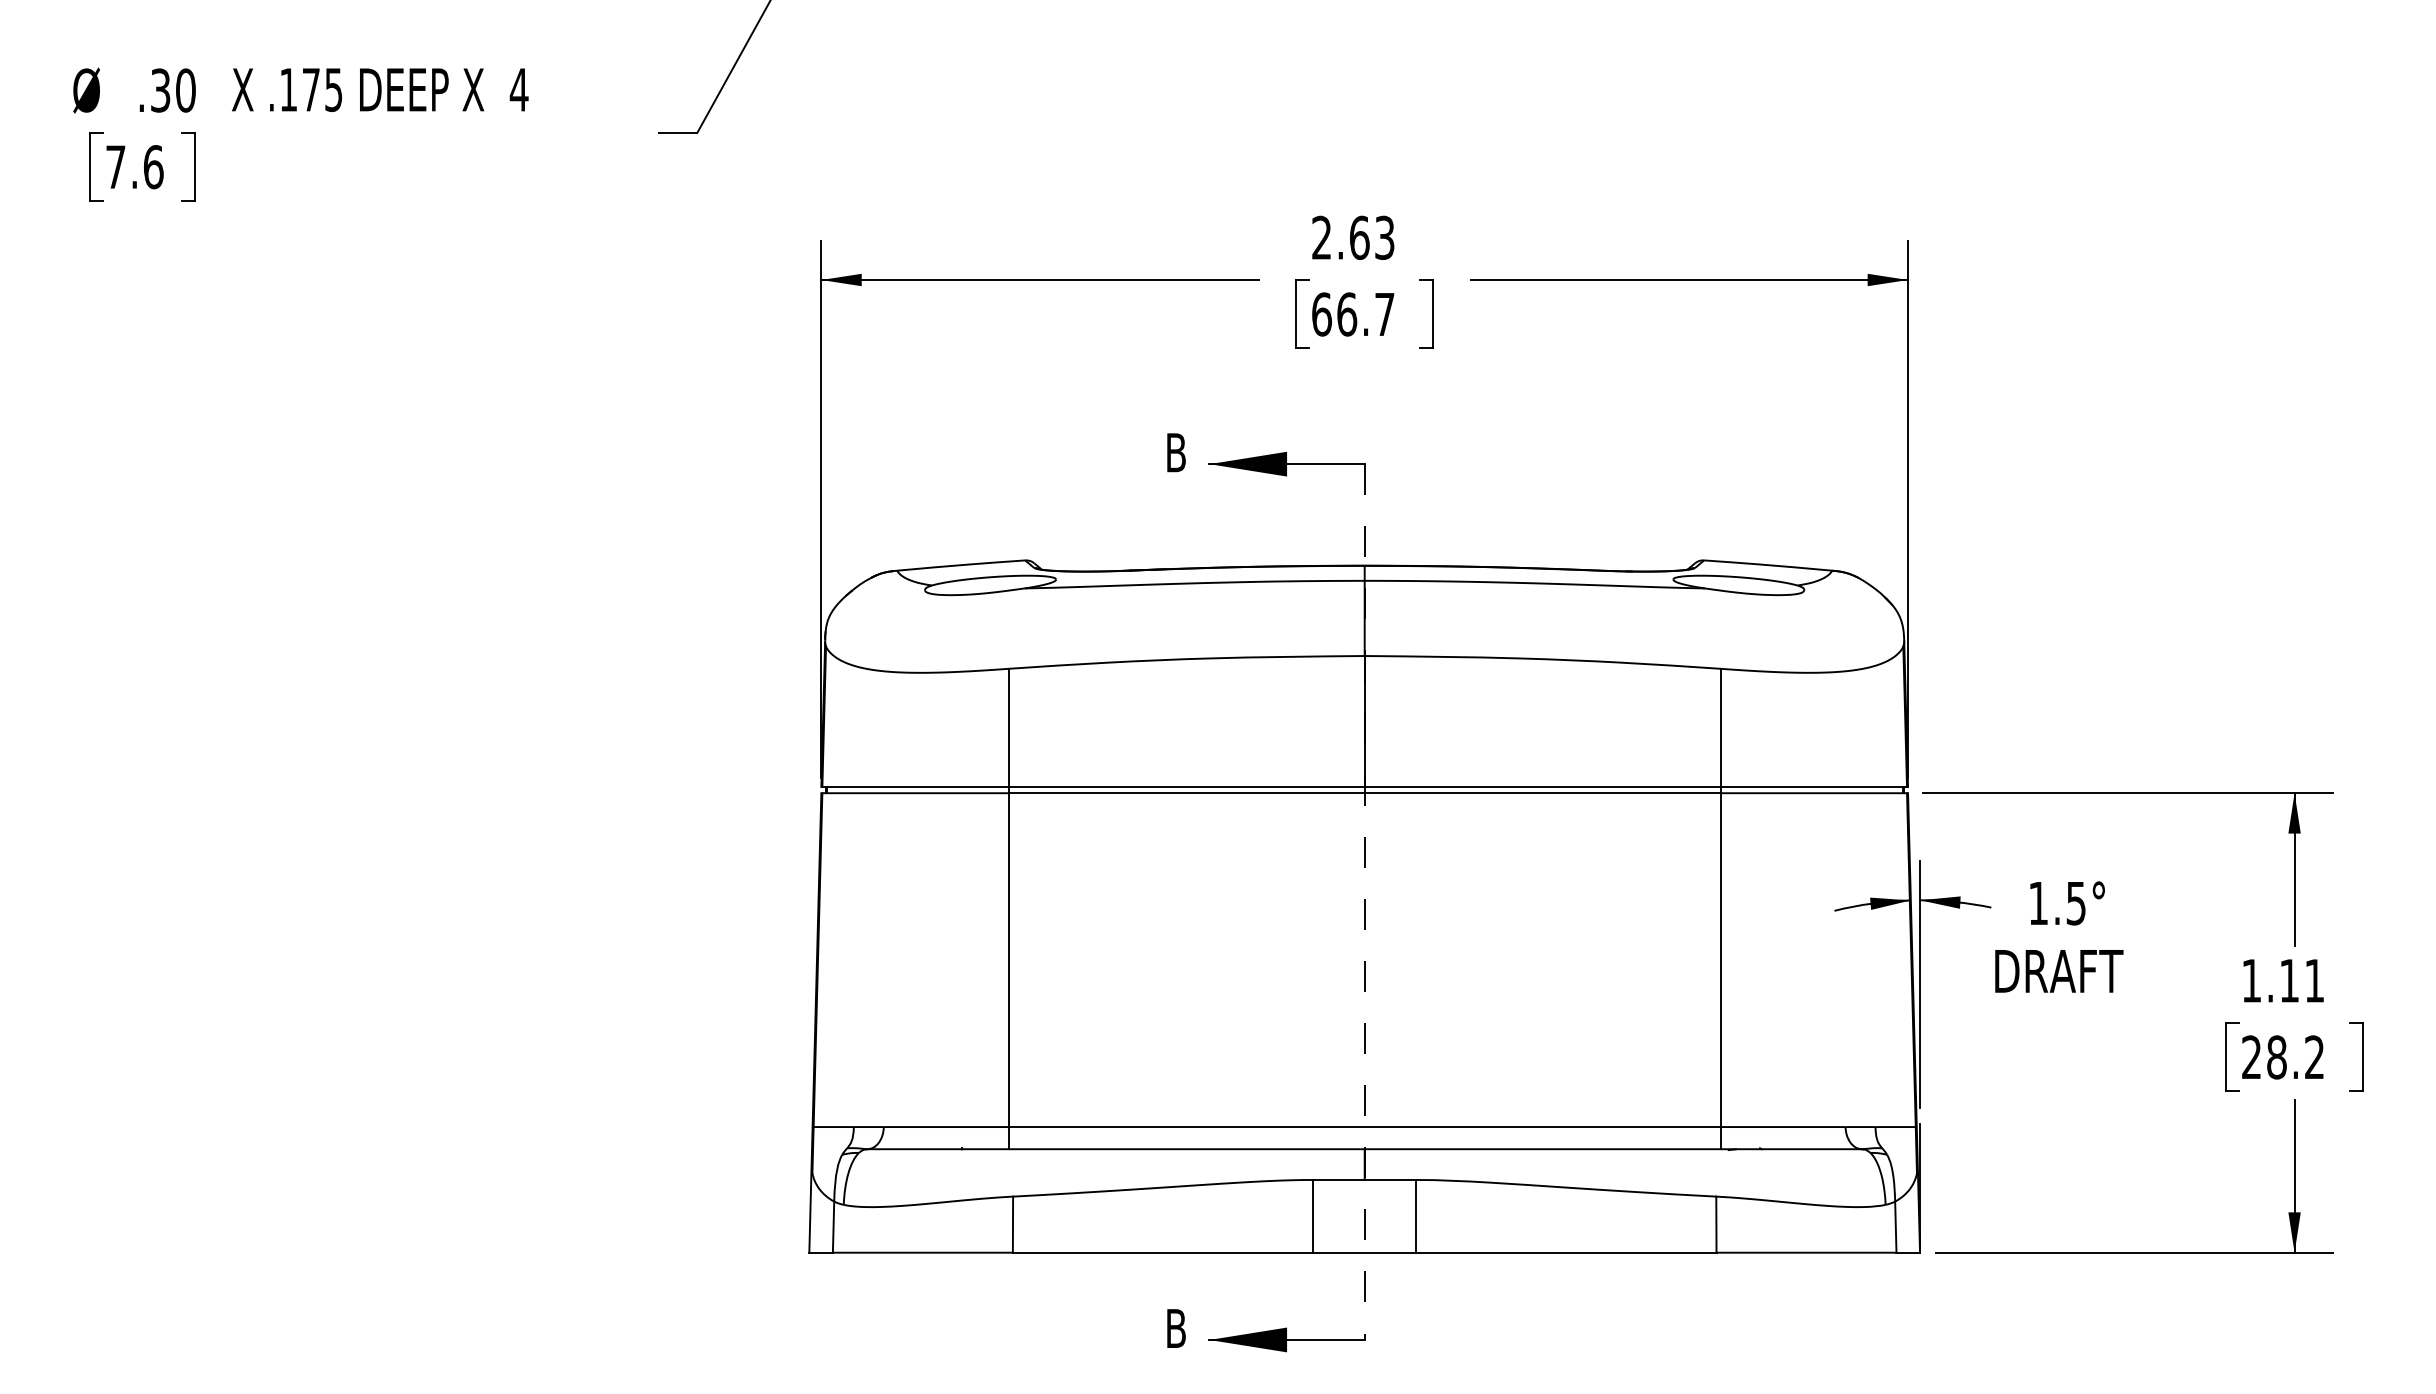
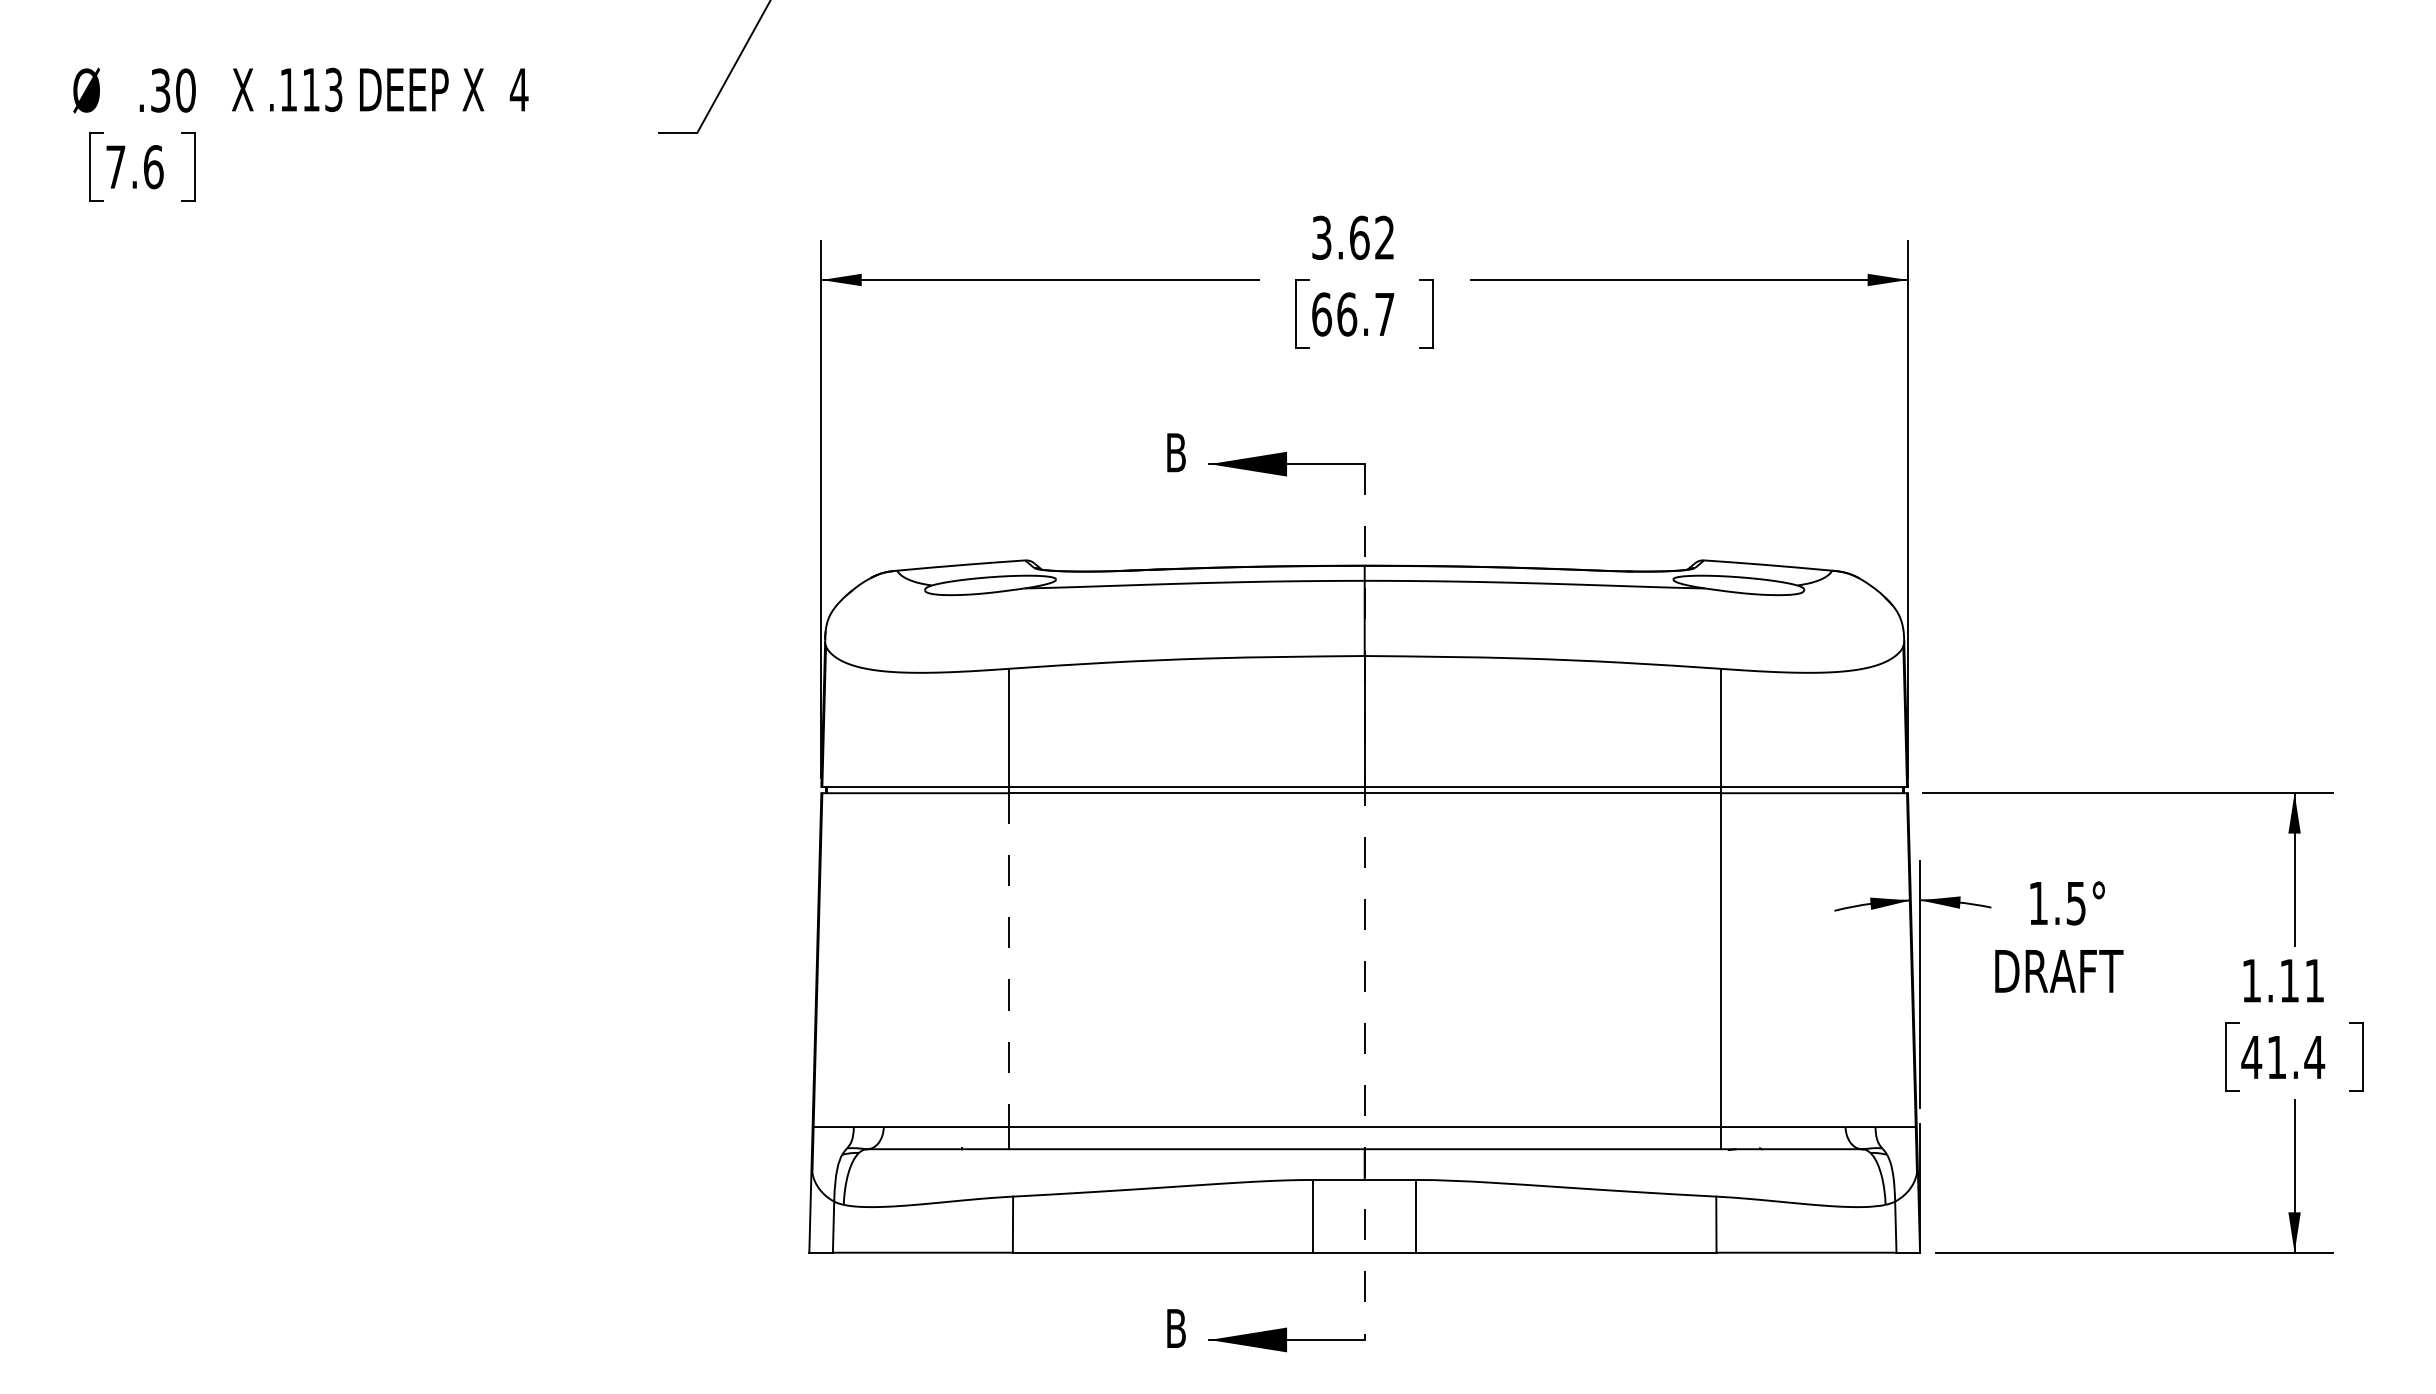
text at (322, 89): .175 -> .113
text at (1353, 237): 2.63 -> 3.62
line at (1008, 960): solid -> dashed
text at (2283, 1057): 28.2 -> 41.4
